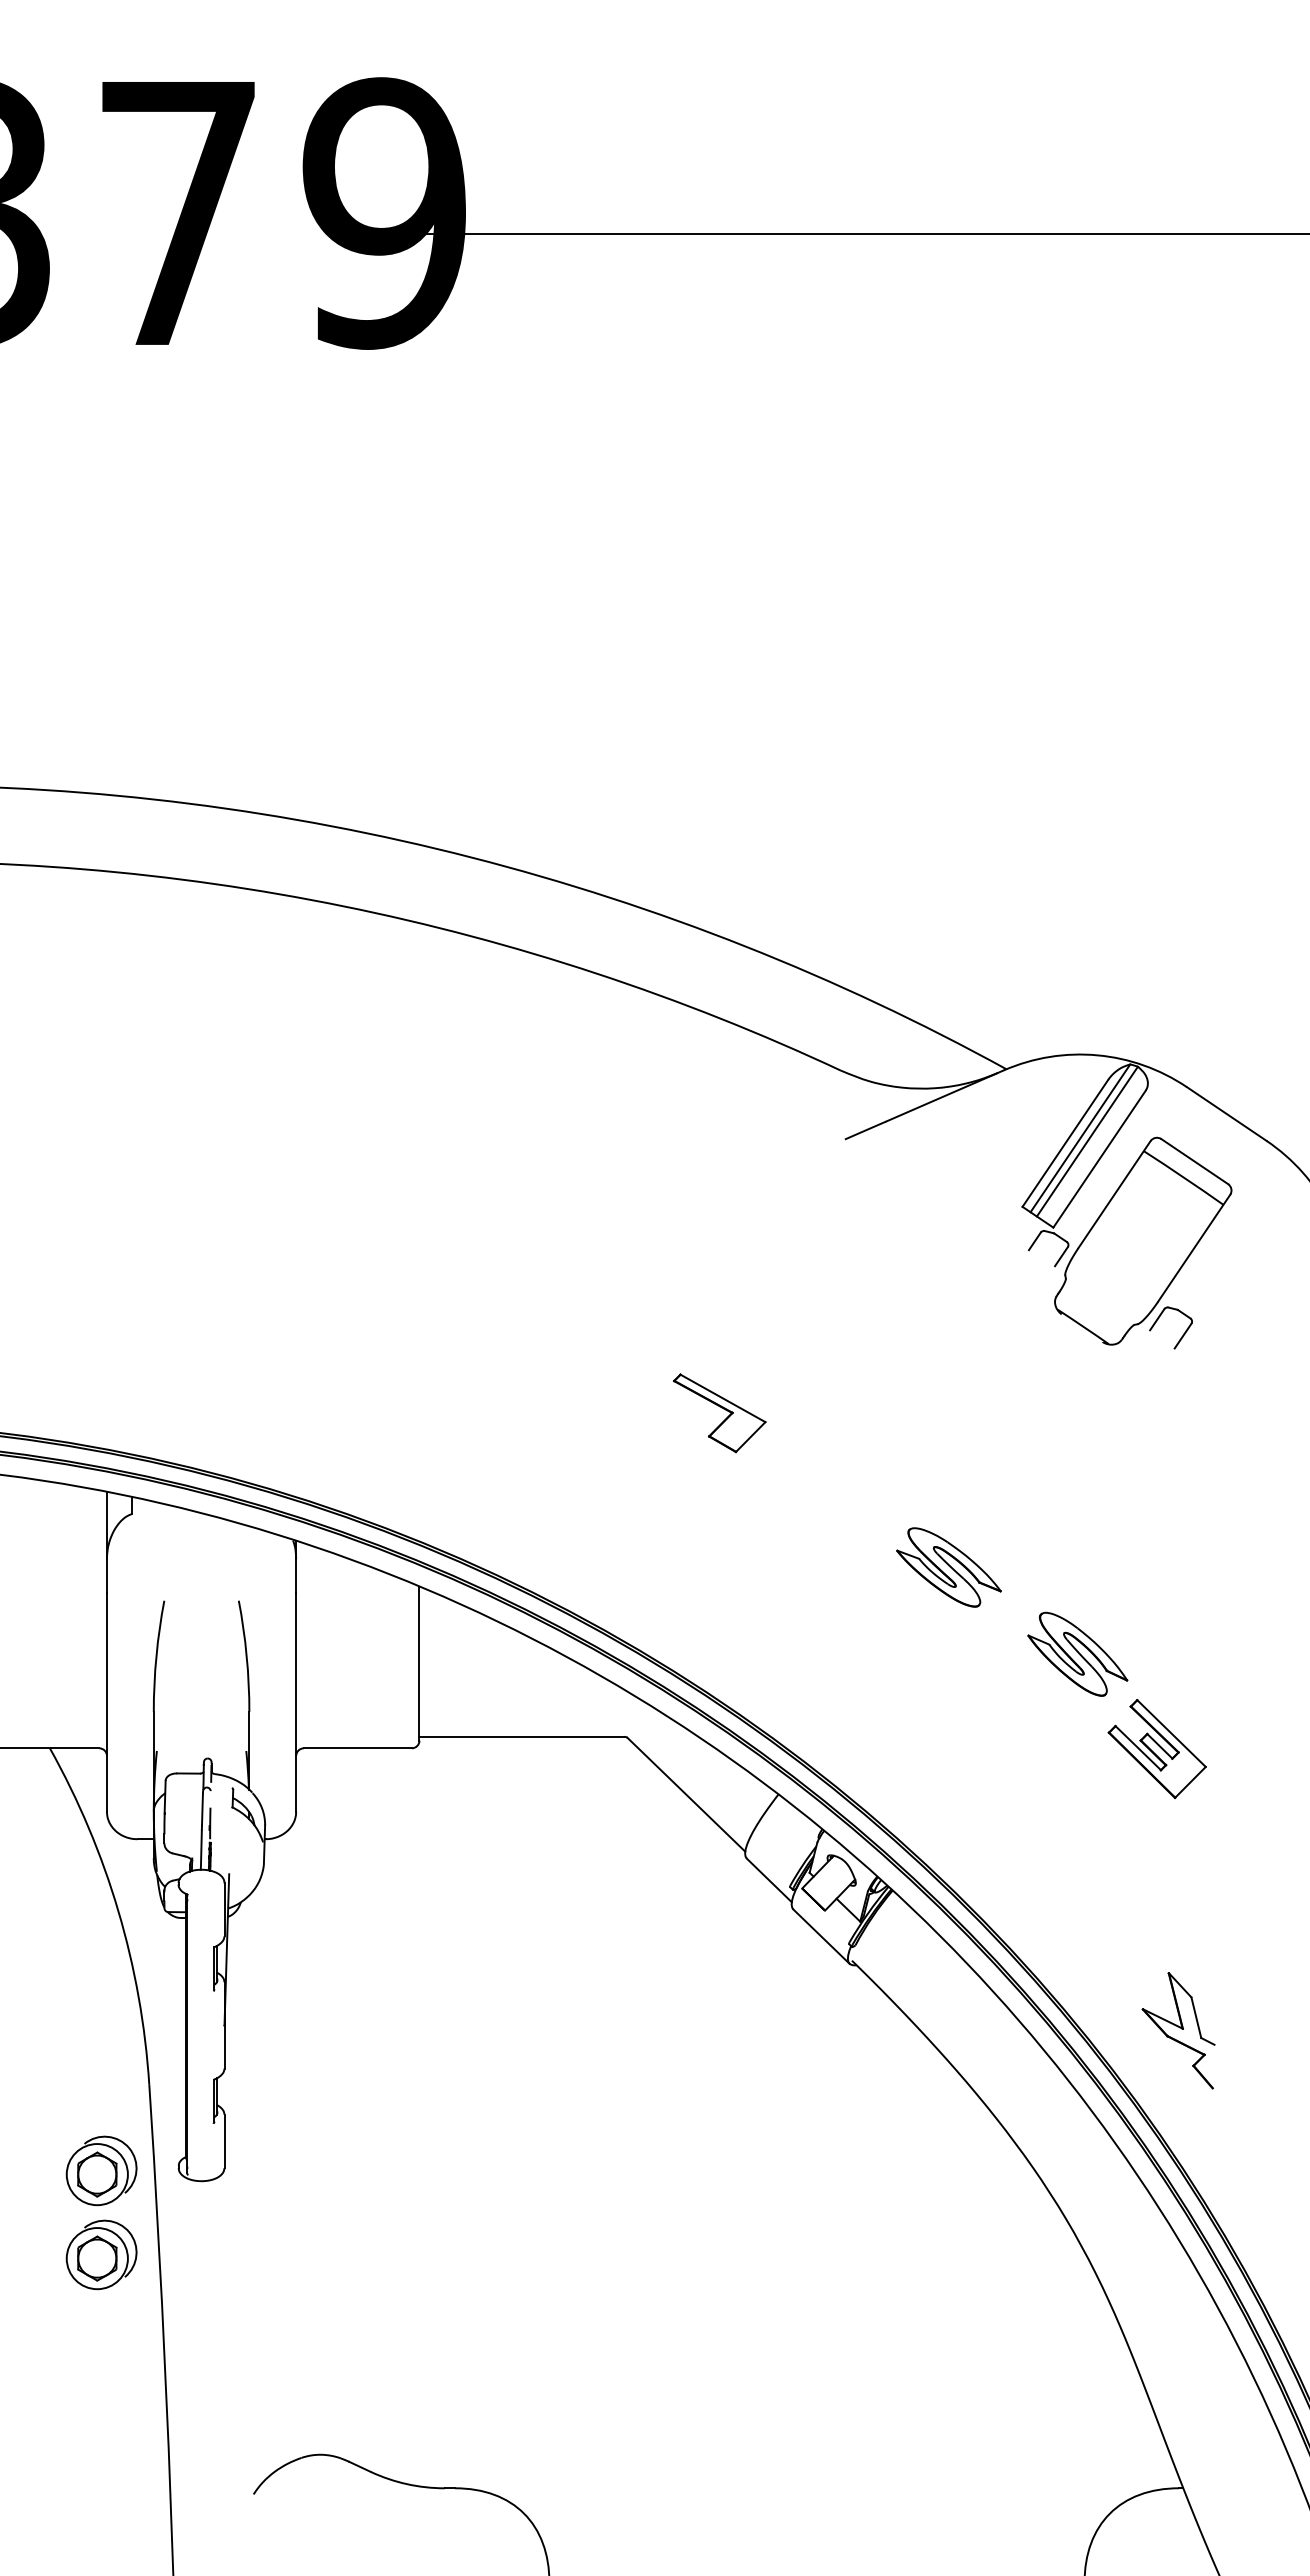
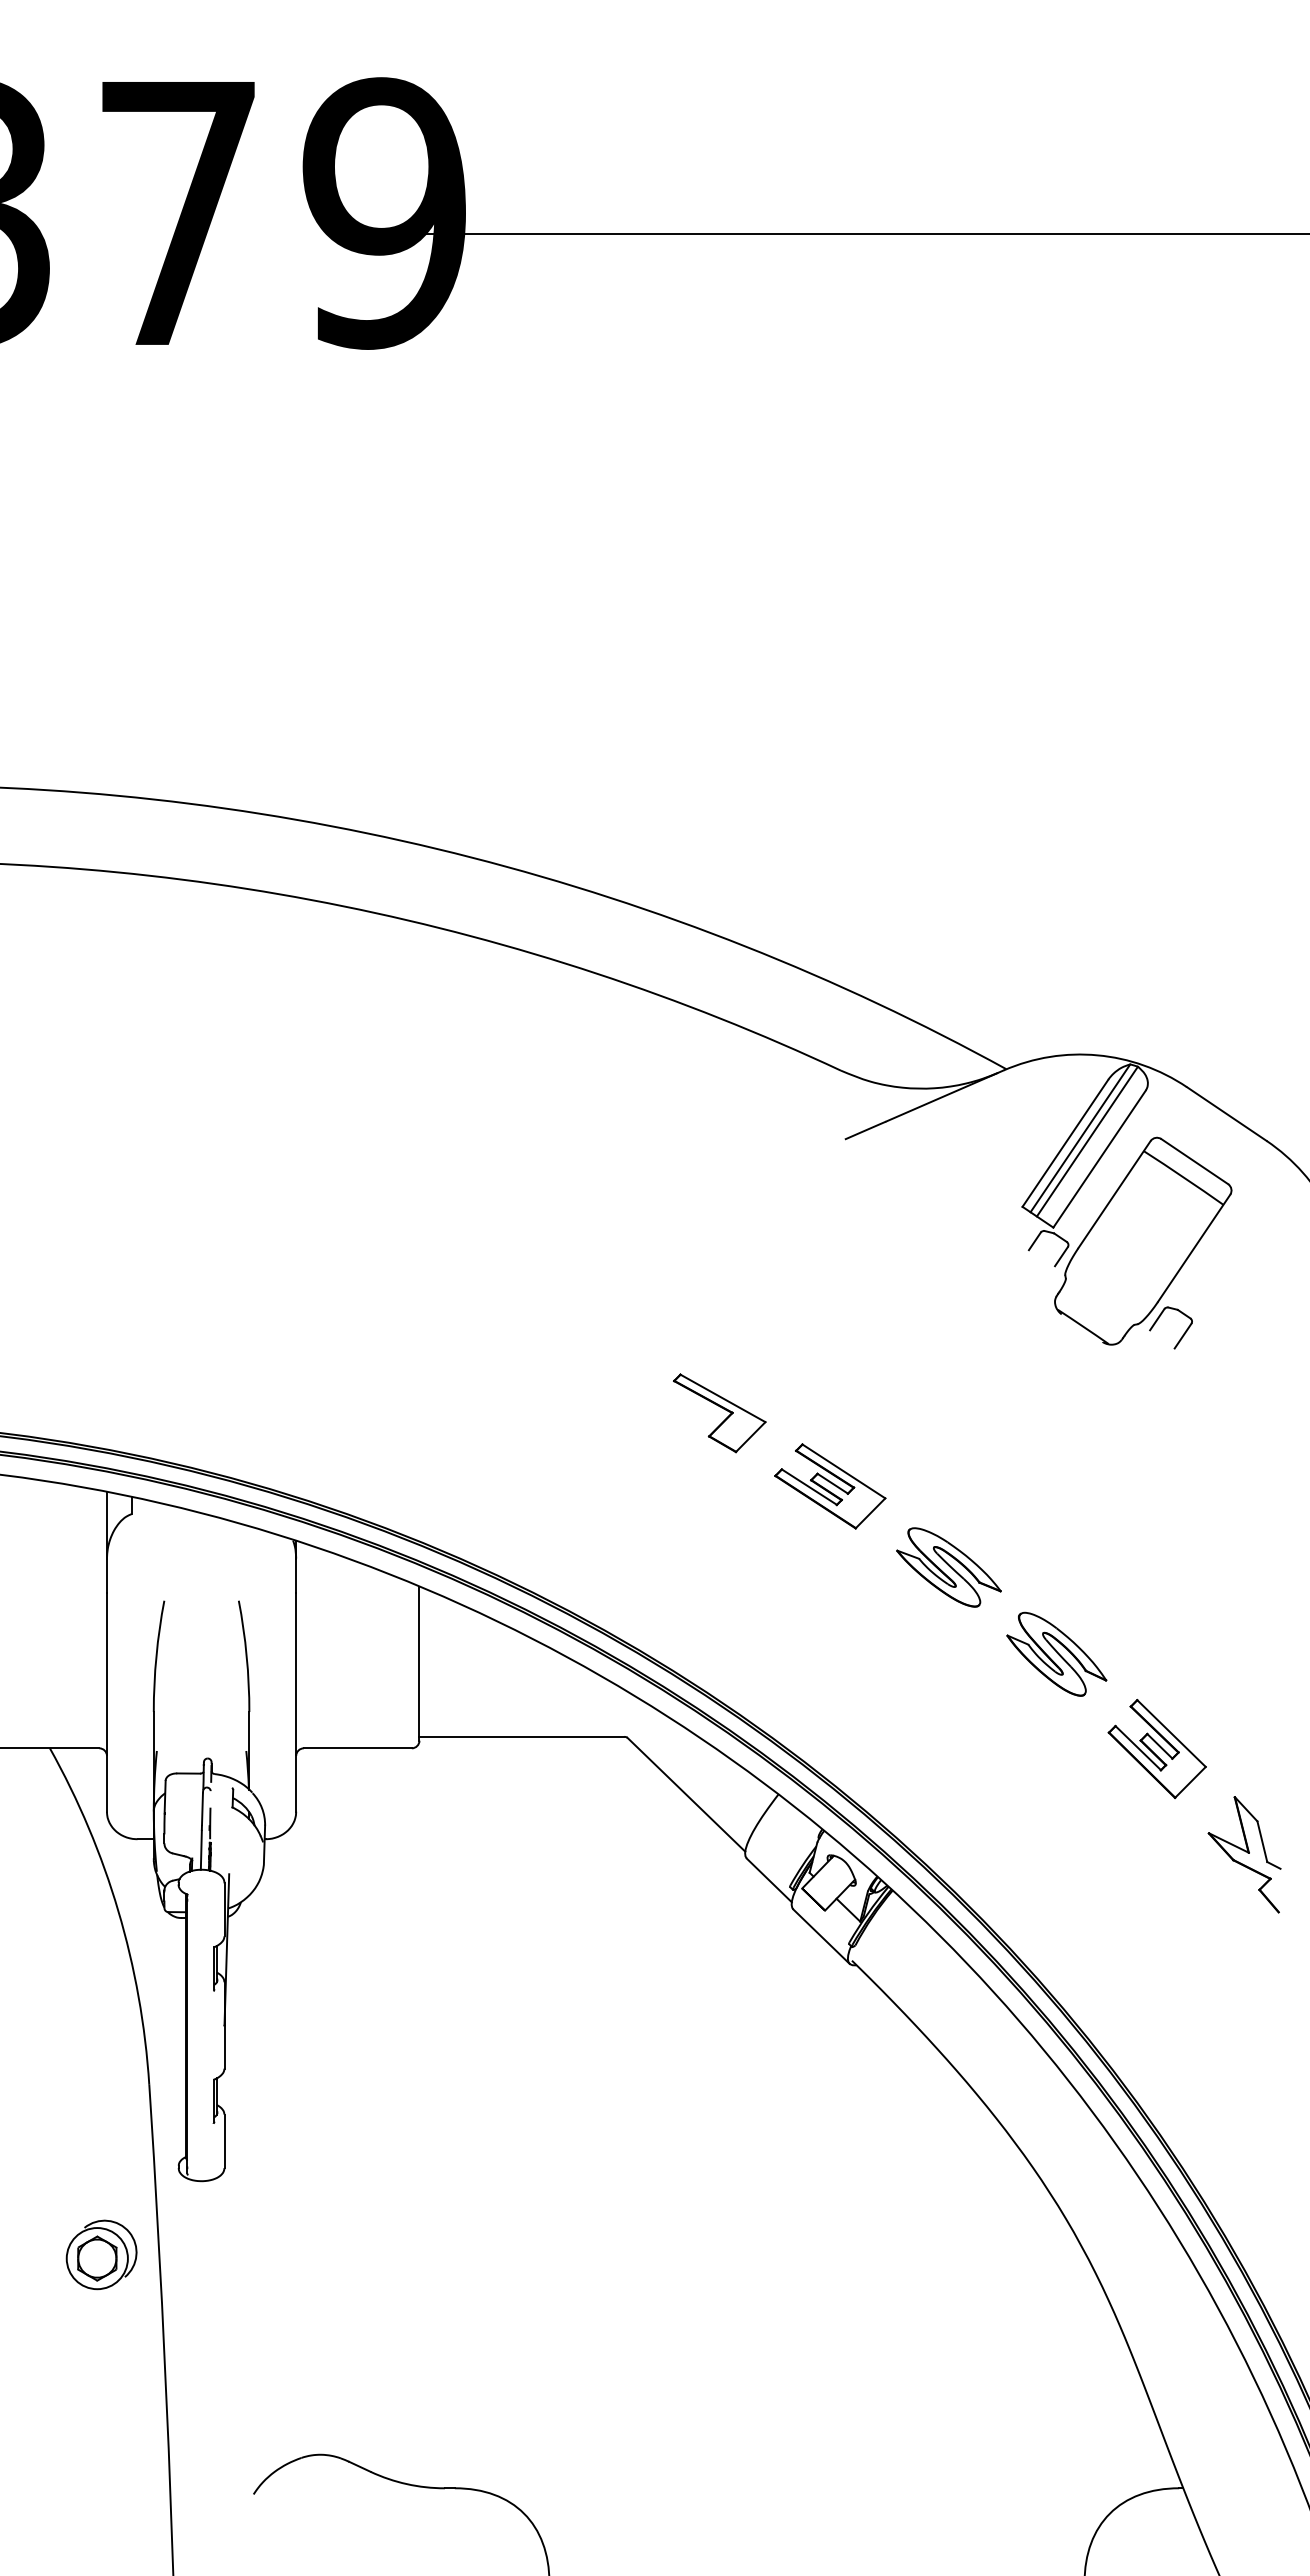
part at (830, 1486): none -> present
part at (1077, 1653) position: (1077, 1653) -> (1056, 1653)
part at (1178, 2030) position: (1178, 2030) -> (1244, 1854)
part at (101, 2170): present -> none
